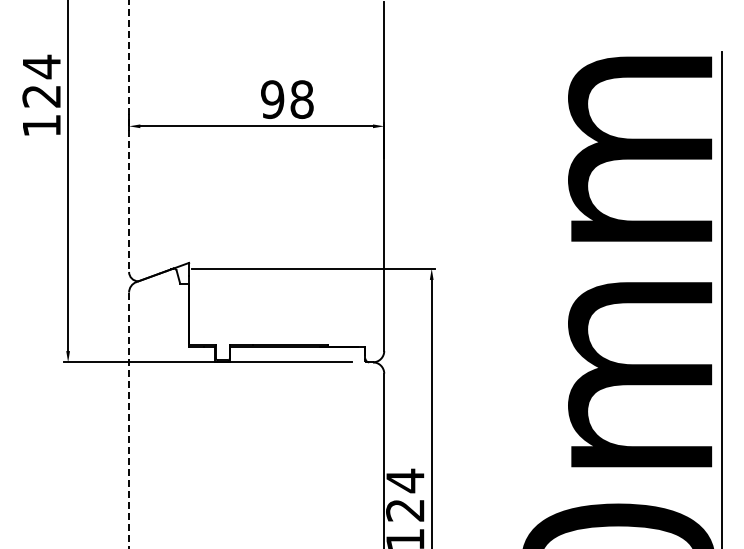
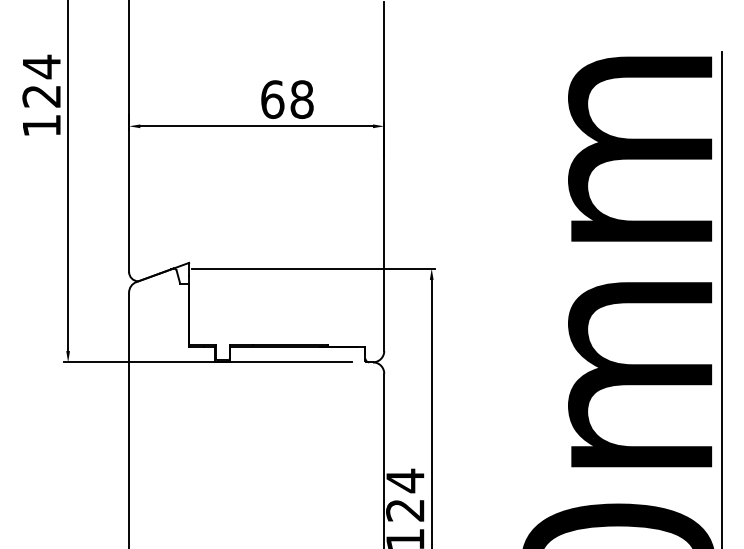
text at (272, 99): 98 -> 68
line at (129, 136): dashed -> solid
line at (129, 420): dashed -> solid
